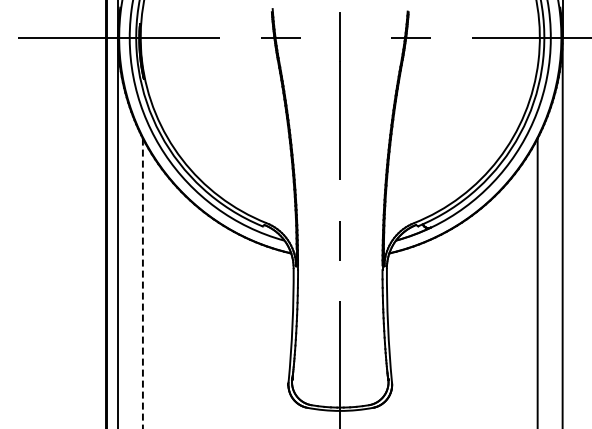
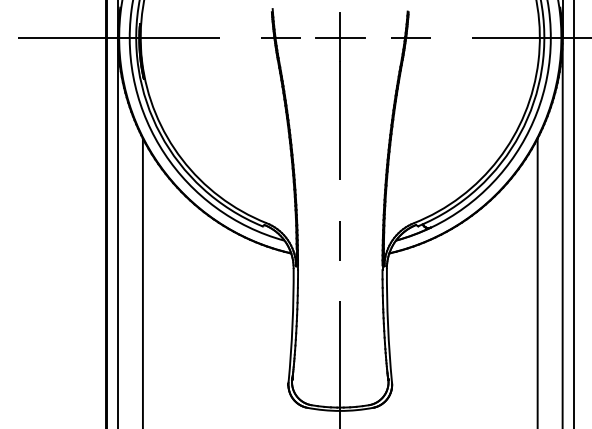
line at (339, 37): none -> present
line at (573, 213): none -> present
line at (142, 283): dashed -> solid
